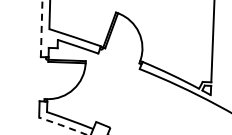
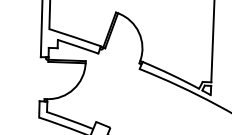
line at (41, 28): dashed -> solid
arc at (62, 125): dashed -> solid
